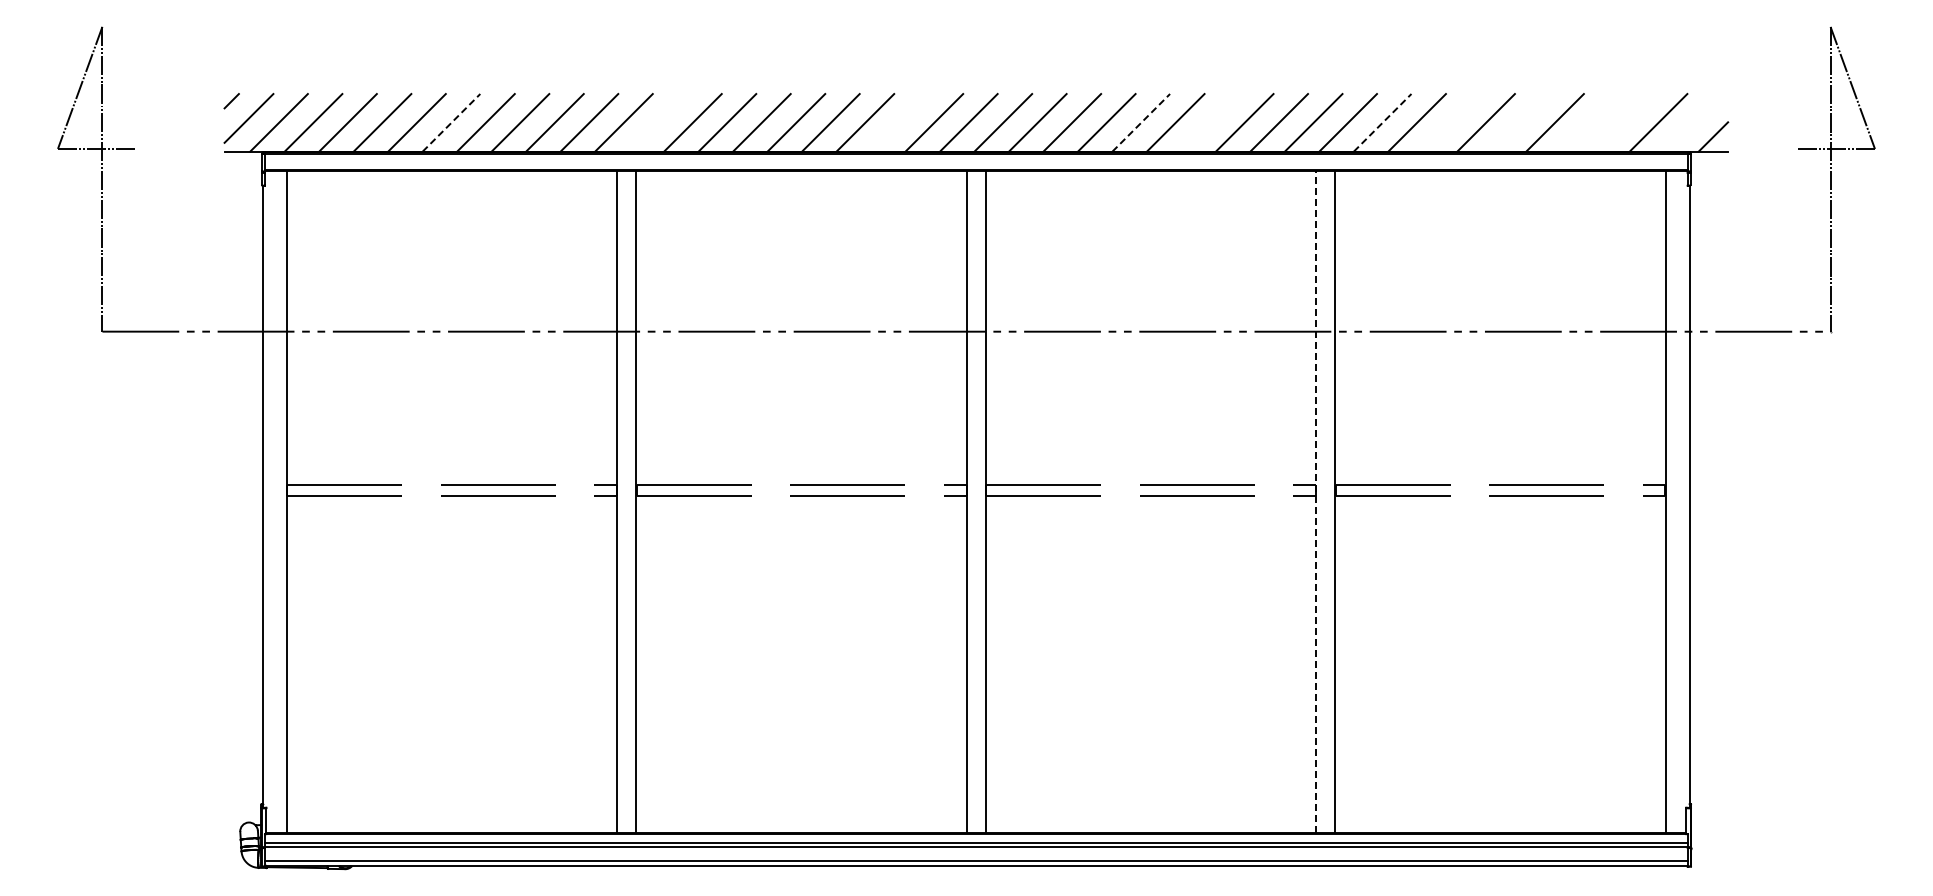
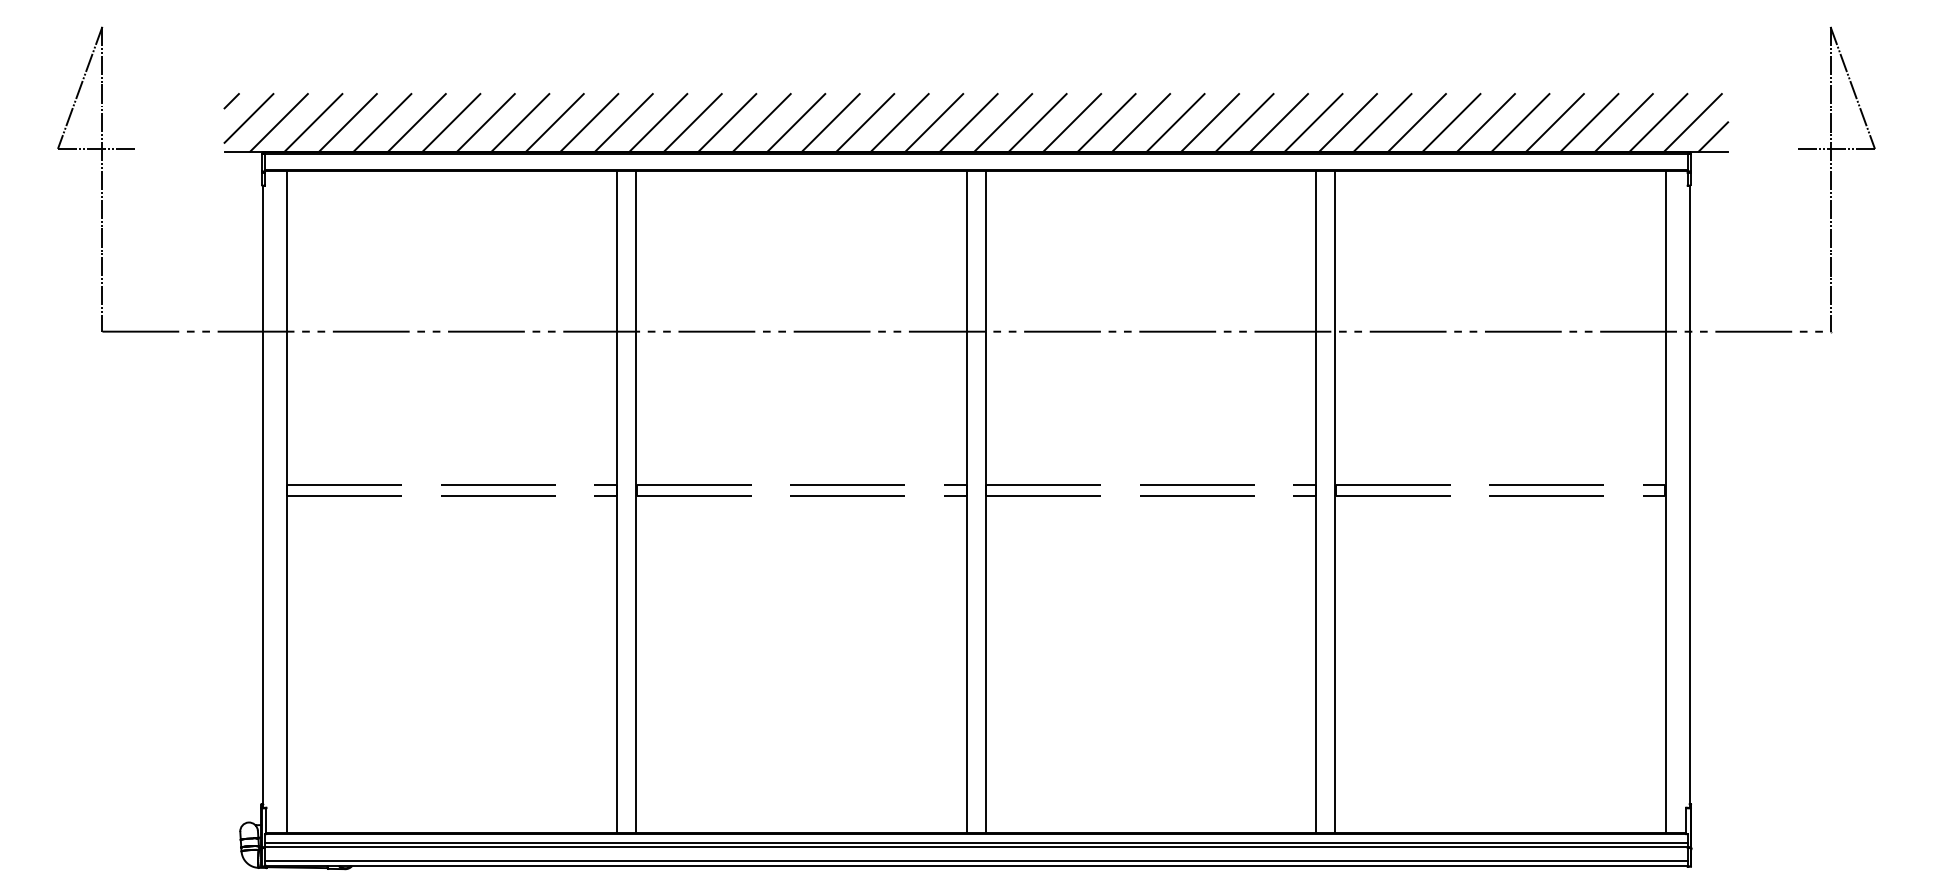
line at (451, 122): dashed -> solid
line at (658, 122): none -> present
line at (899, 122): none -> present
line at (1141, 122): dashed -> solid
line at (1210, 122): none -> present
line at (1382, 122): dashed -> solid
line at (1451, 122): none -> present
line at (1520, 122): none -> present
line at (1589, 122): none -> present
line at (1623, 122): none -> present
line at (1692, 122): none -> present
line at (1316, 502): dashed -> solid
